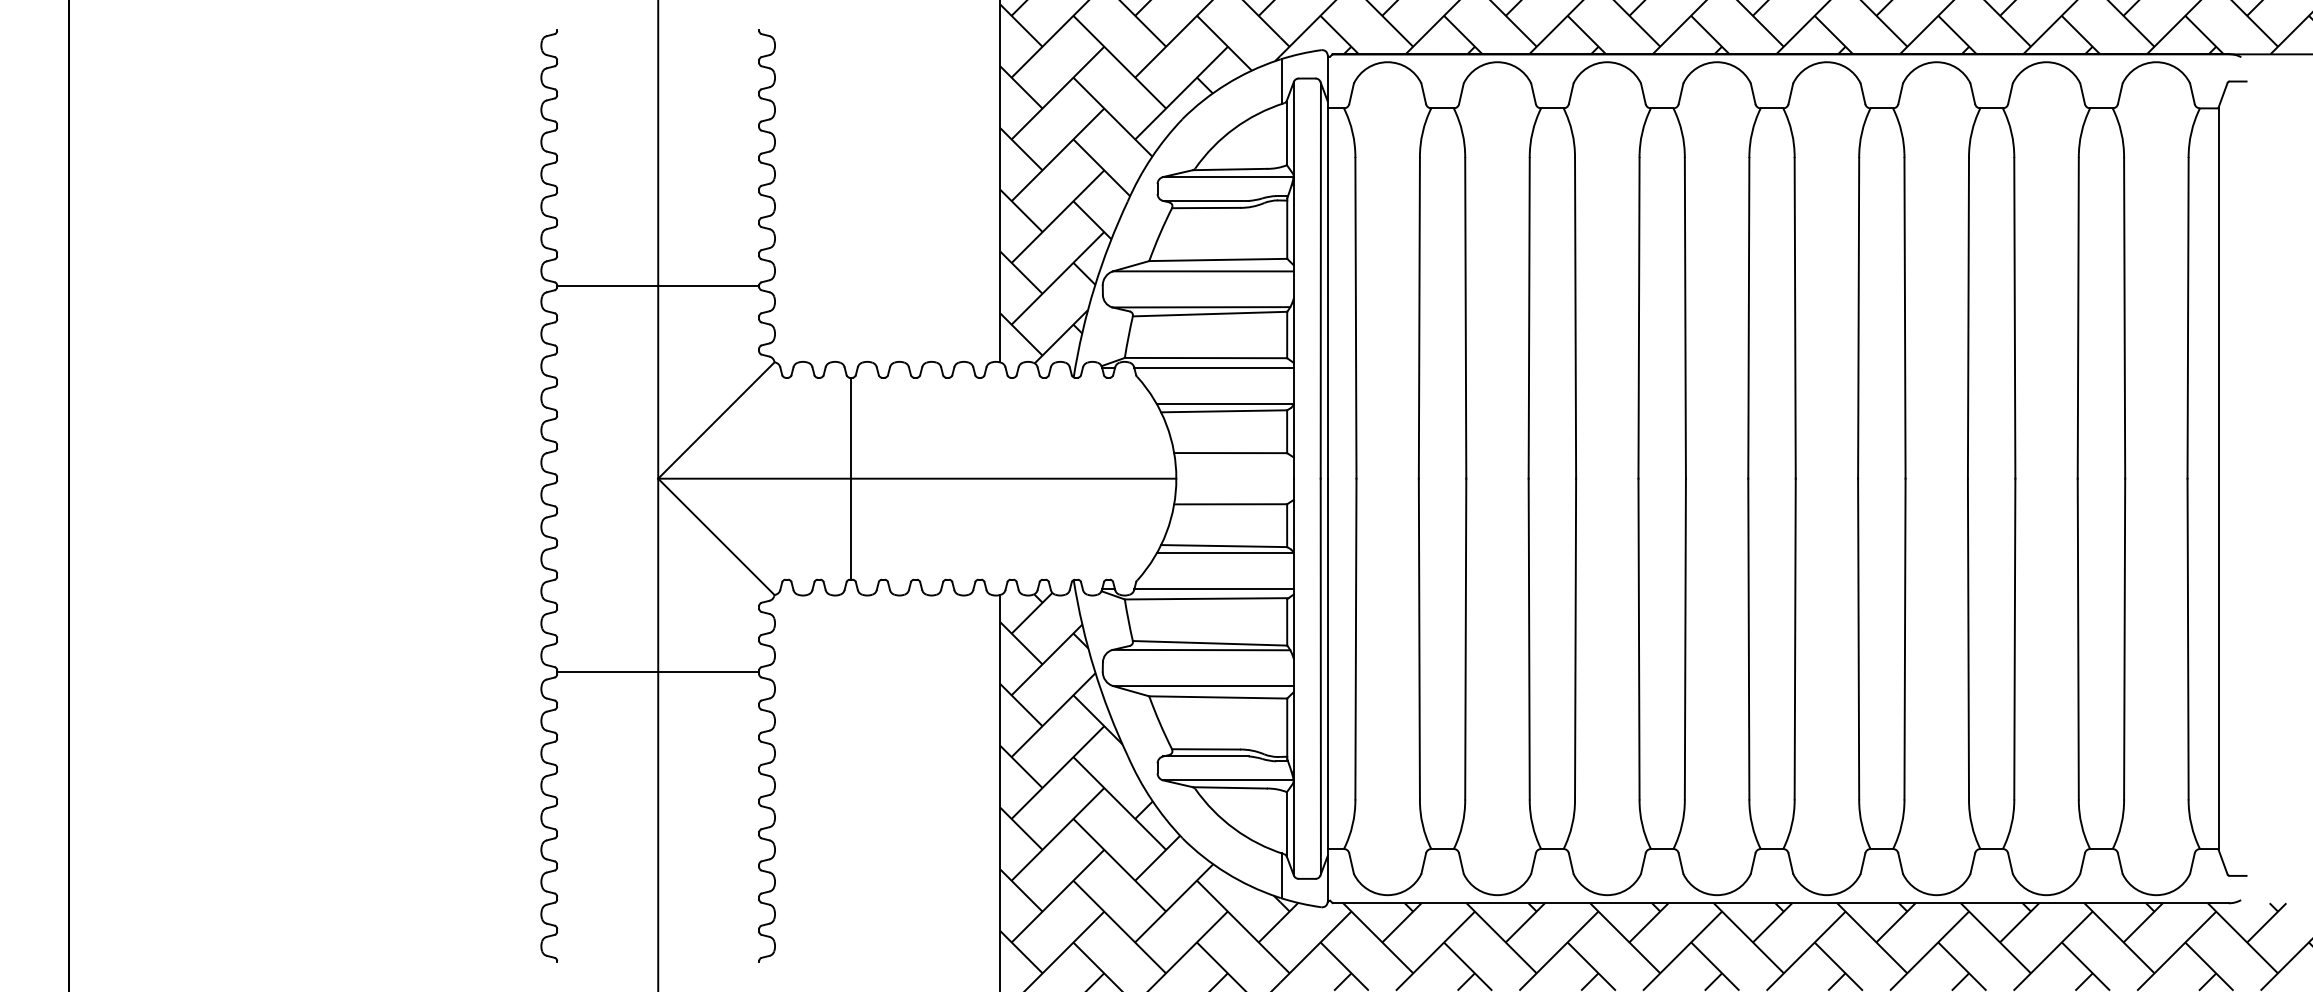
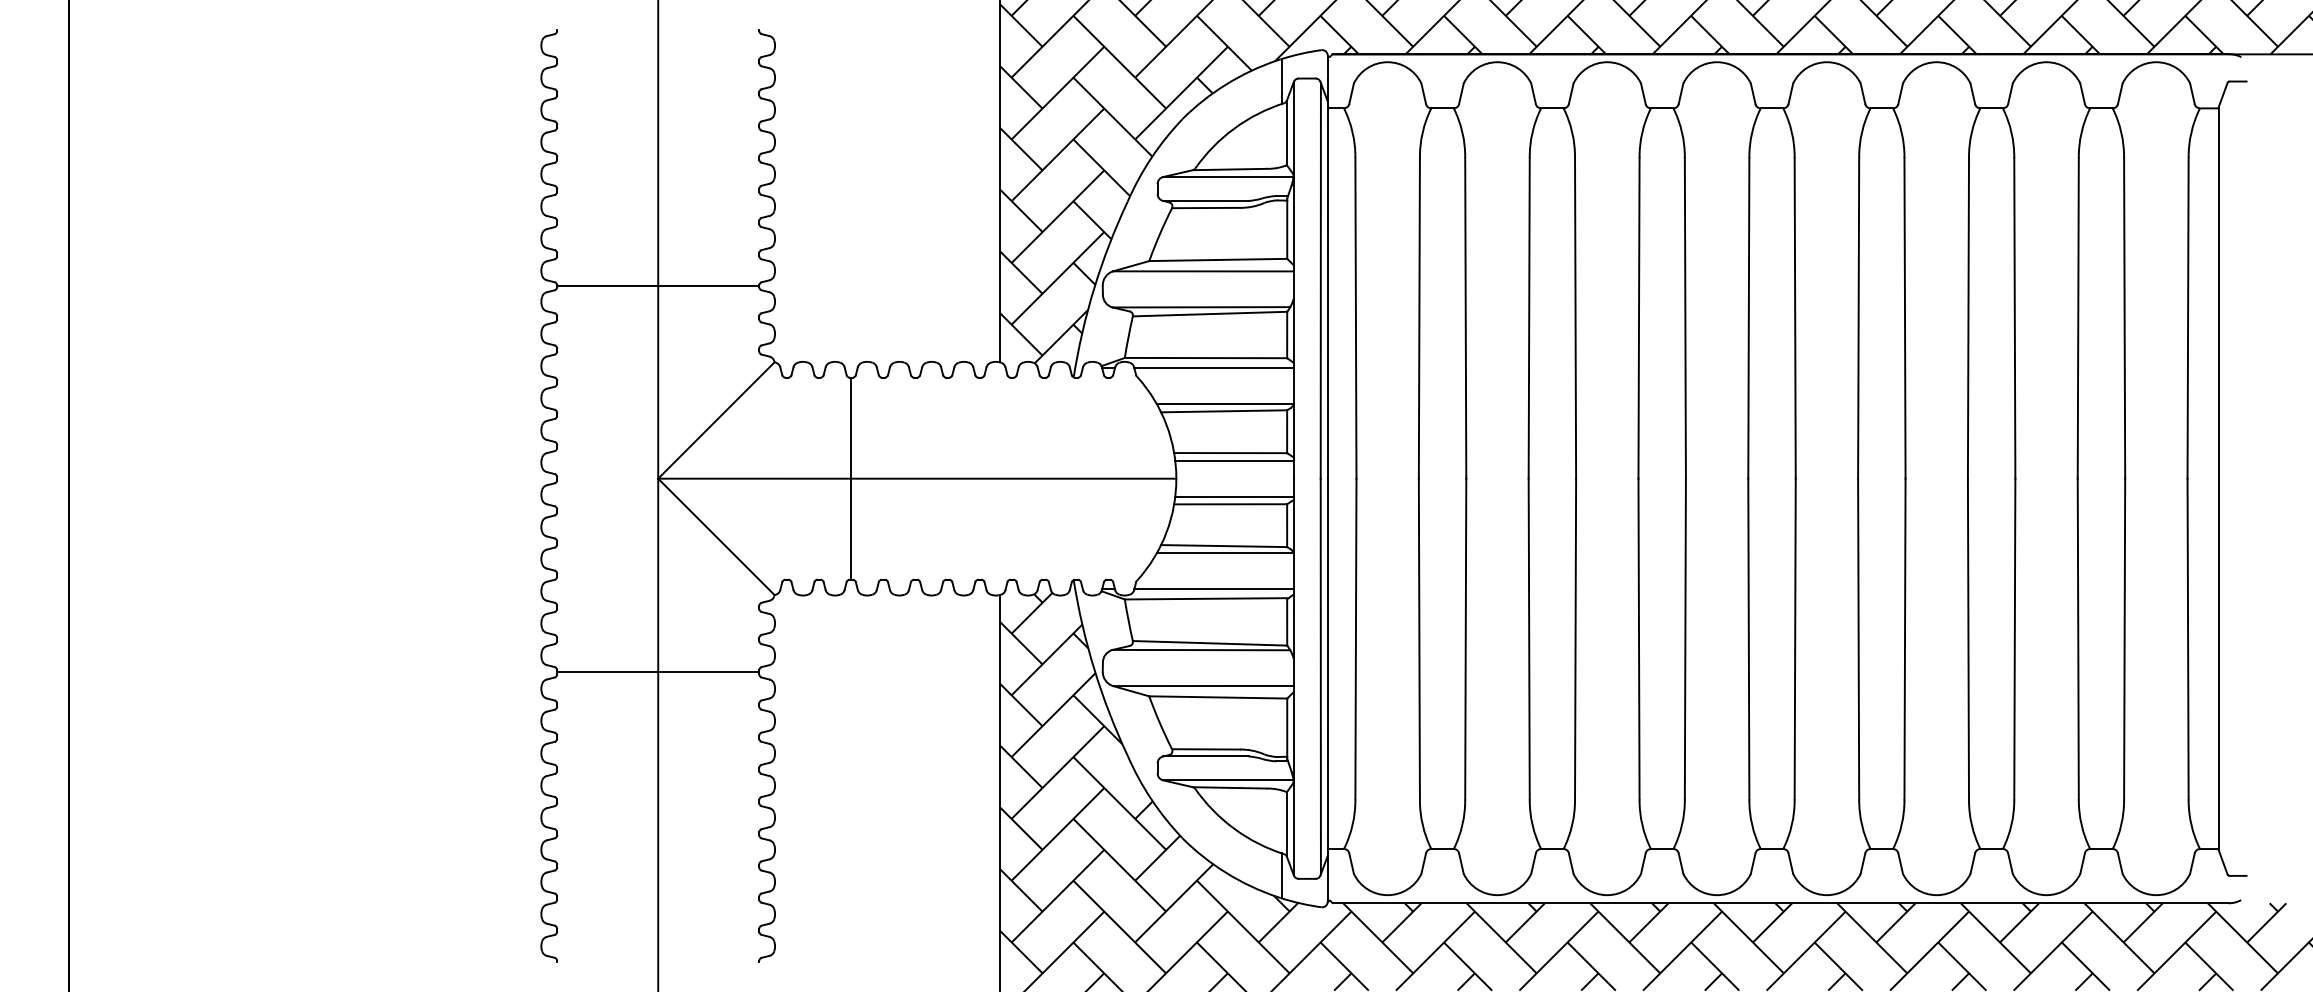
line at (1234, 460): none -> present
line at (1234, 496): none -> present
